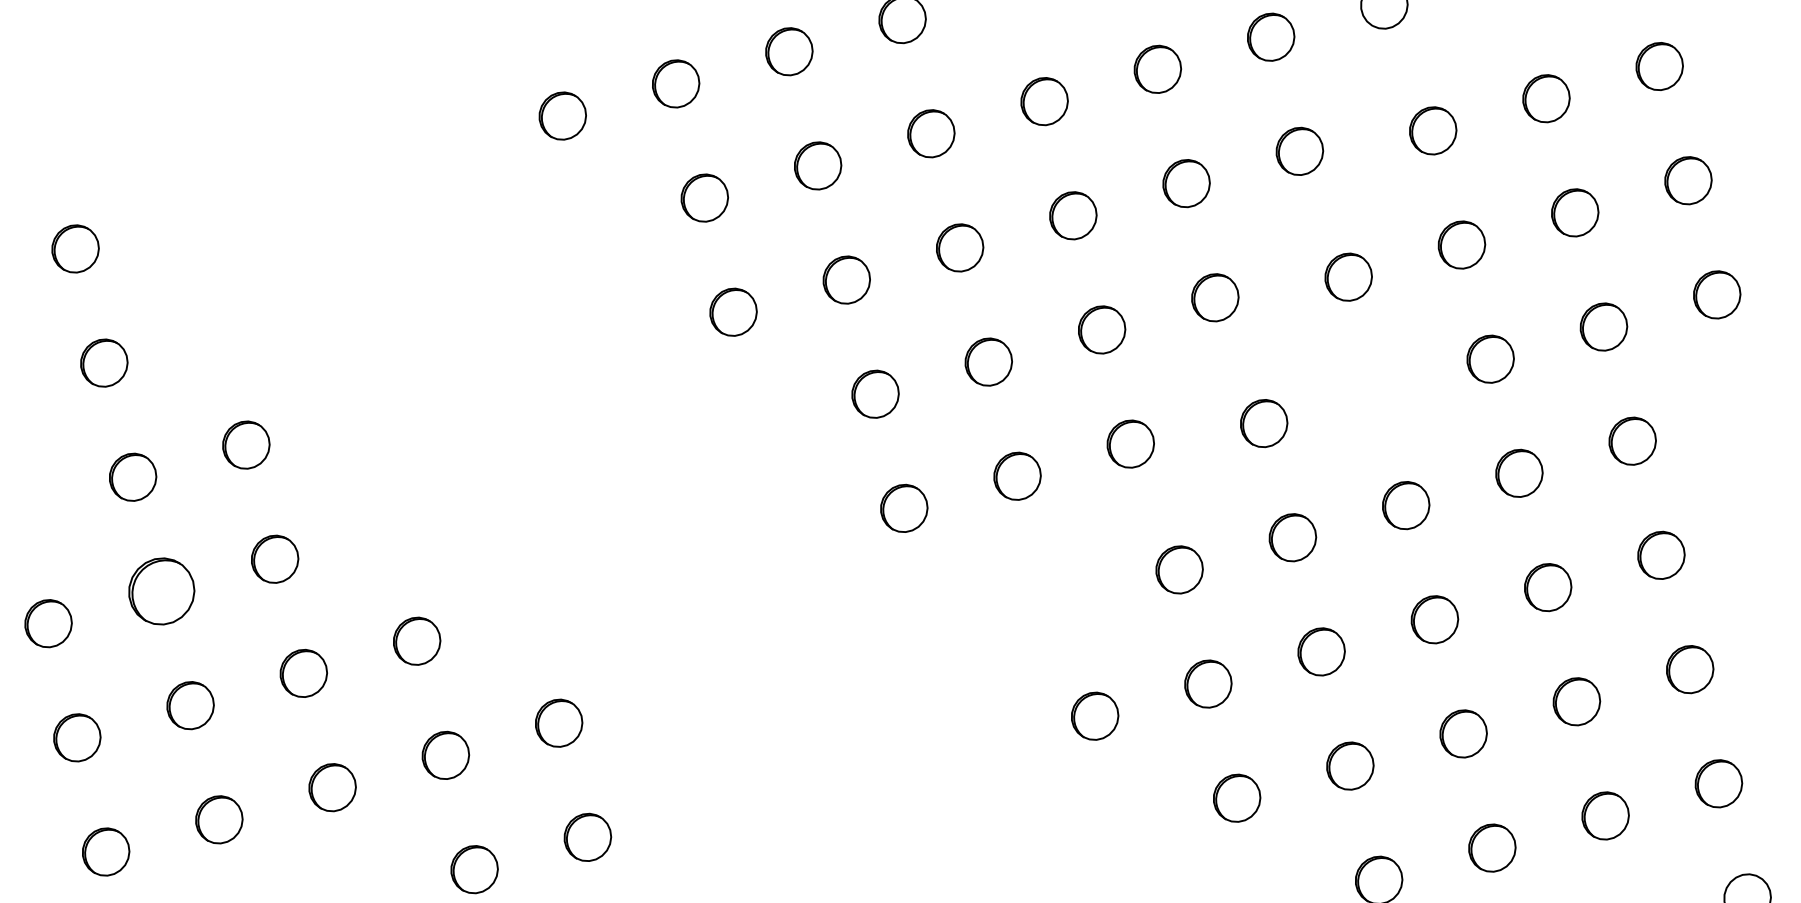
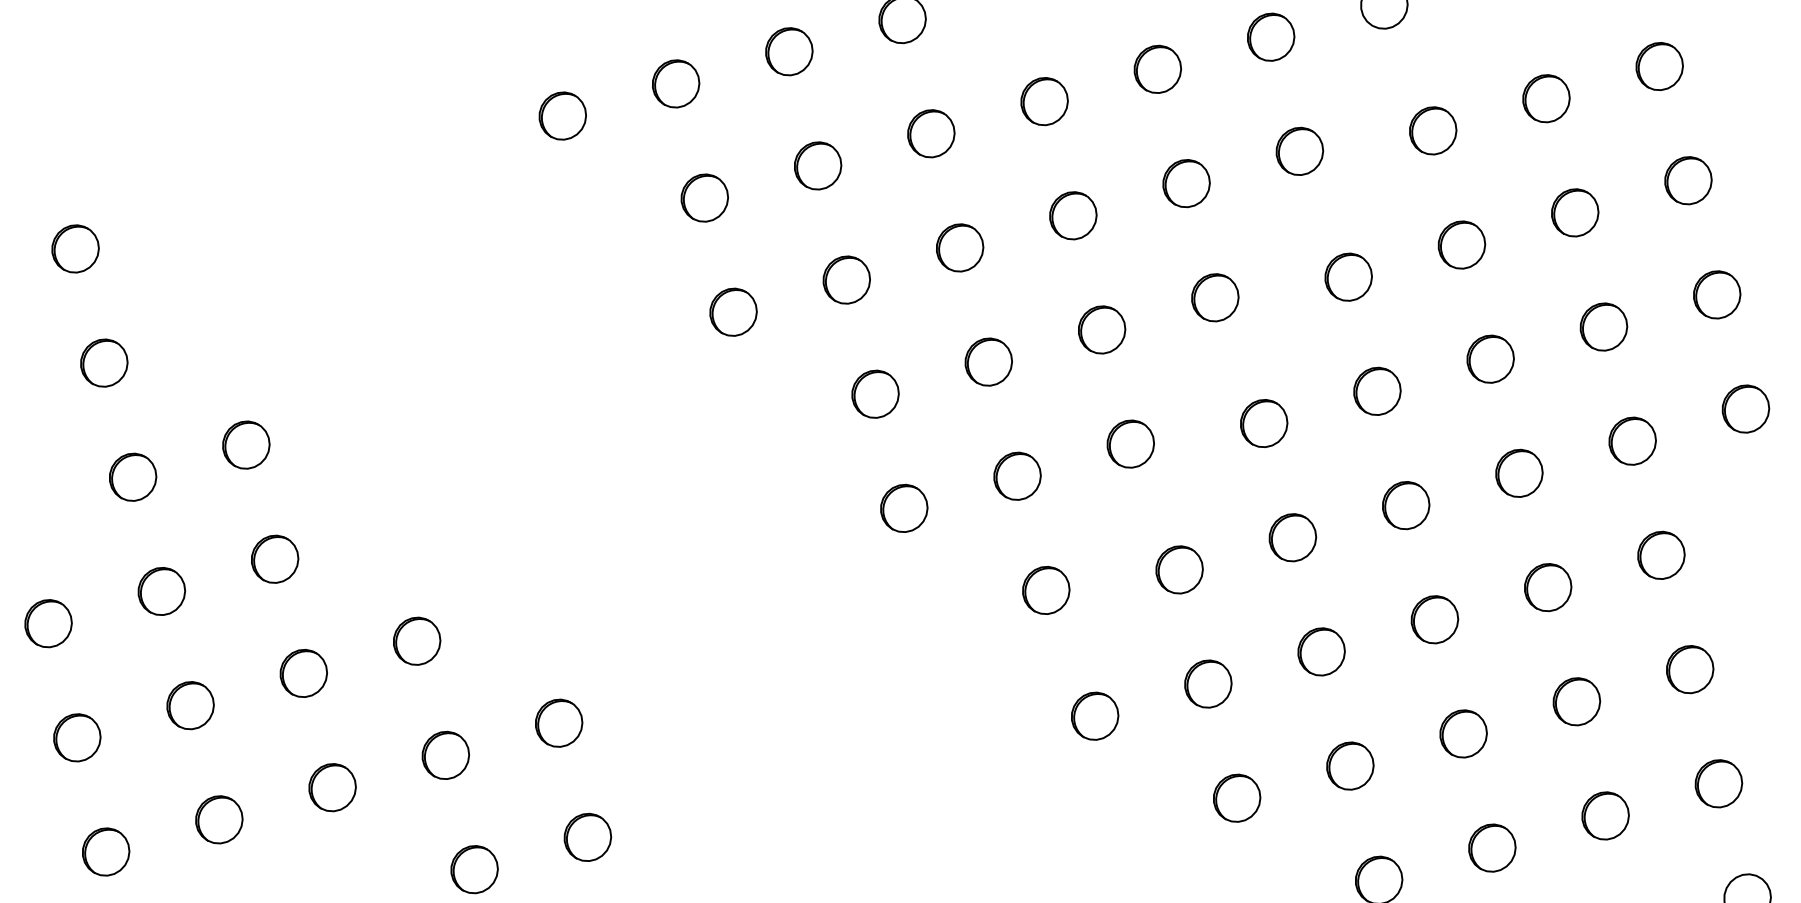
part at (1377, 390): none -> present
part at (1745, 408): none -> present
part at (1046, 590): none -> present
part at (161, 591) size: 68x69 px -> 50x49 px
